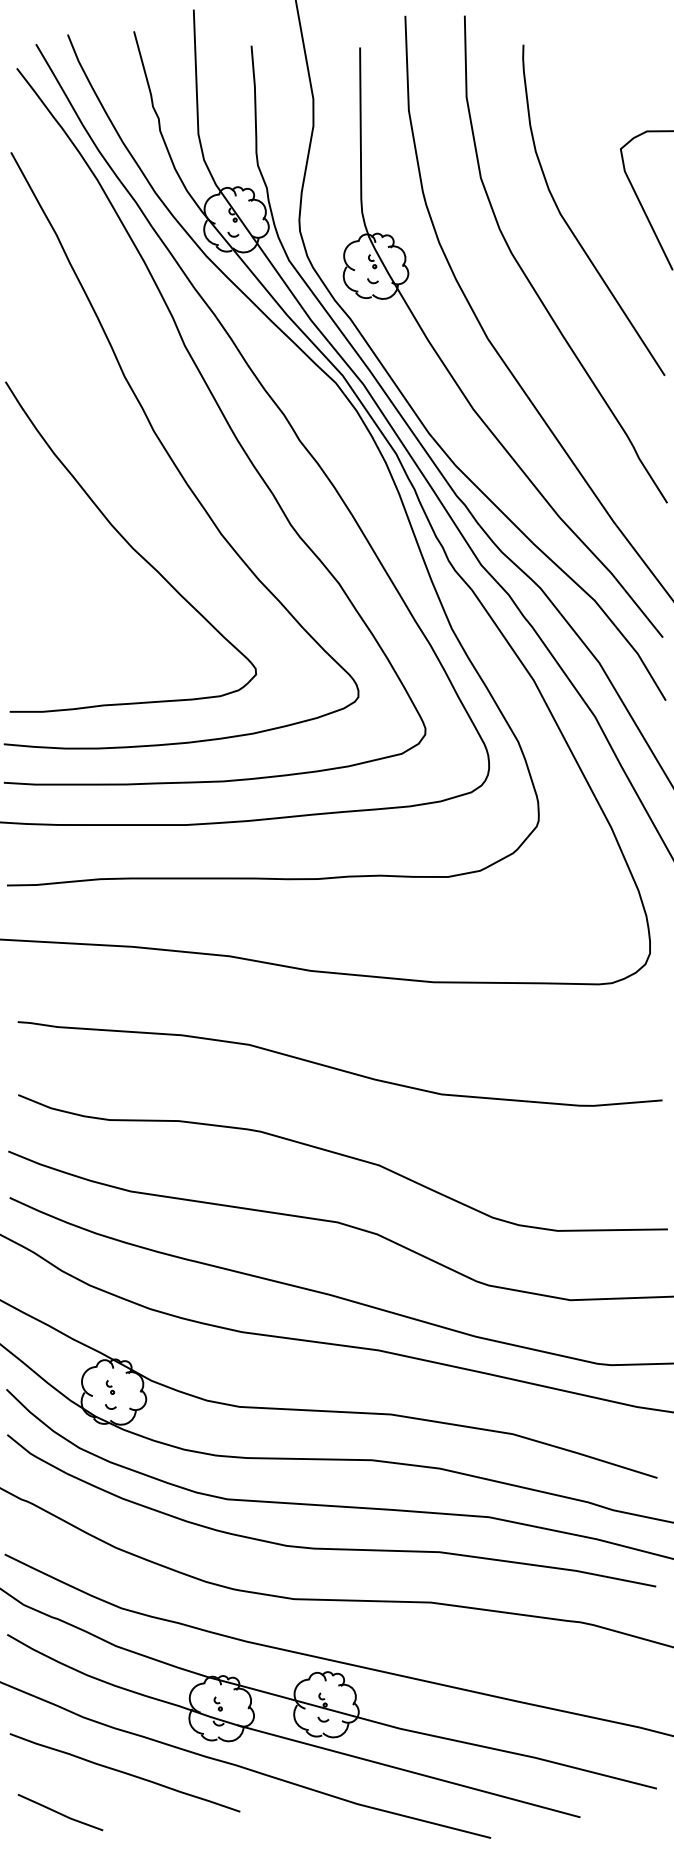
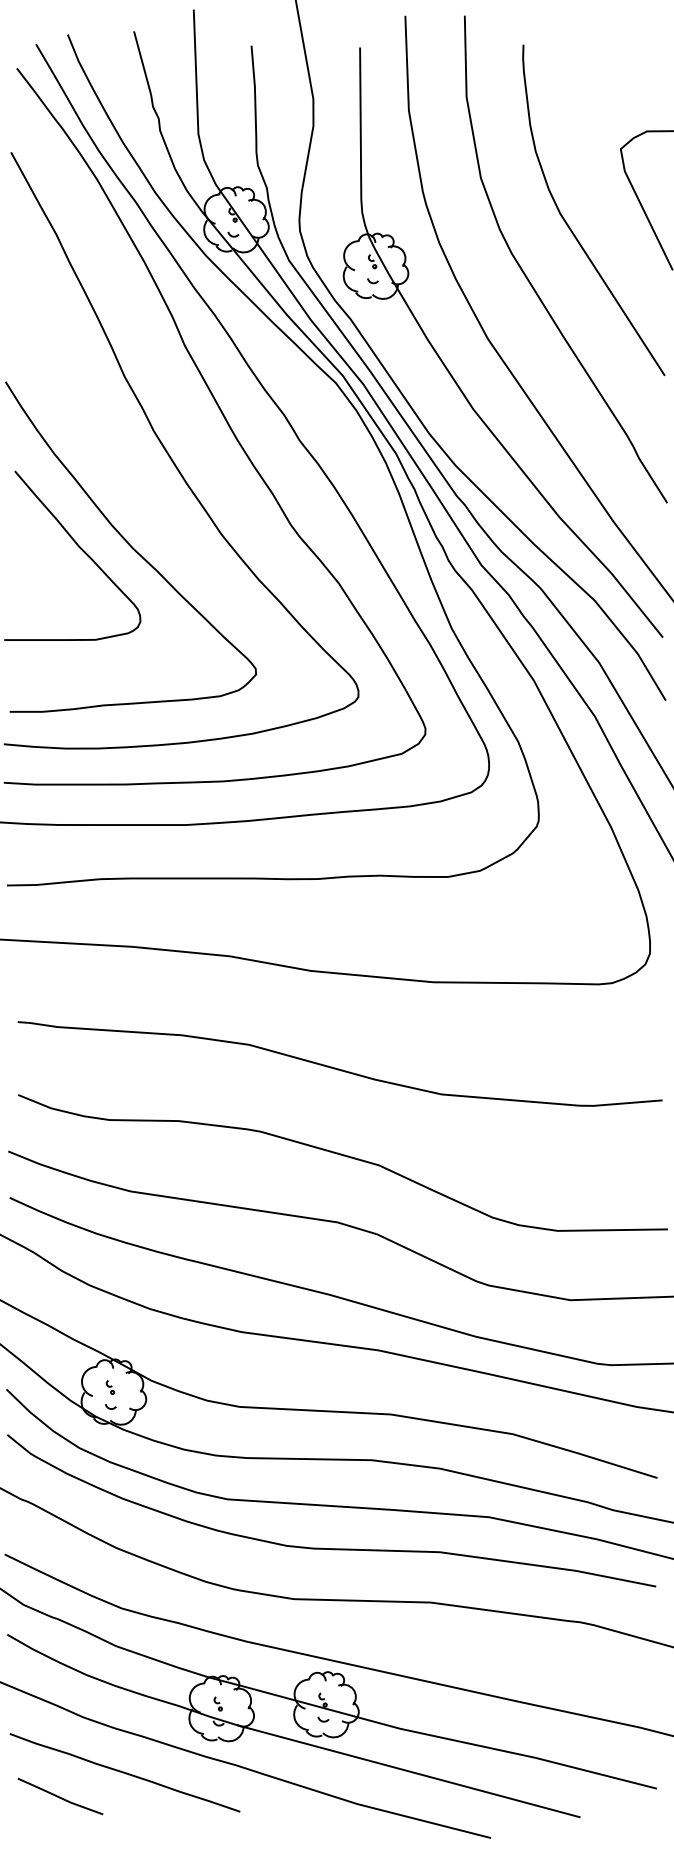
curve at (79, 548): none -> present
line at (60, 1812) position: (60, 1812) -> (60, 1796)
